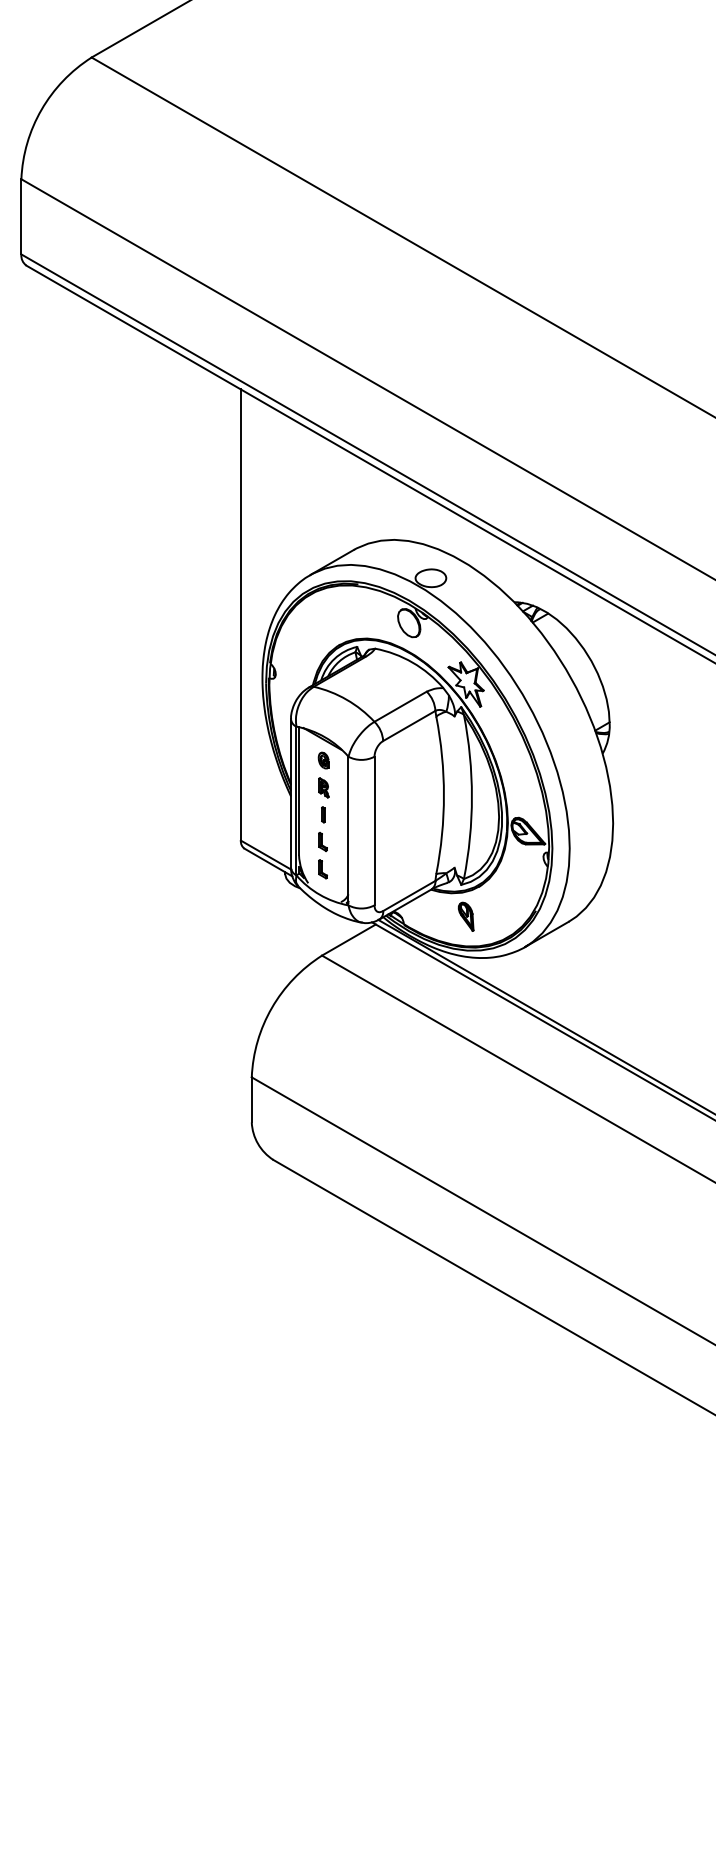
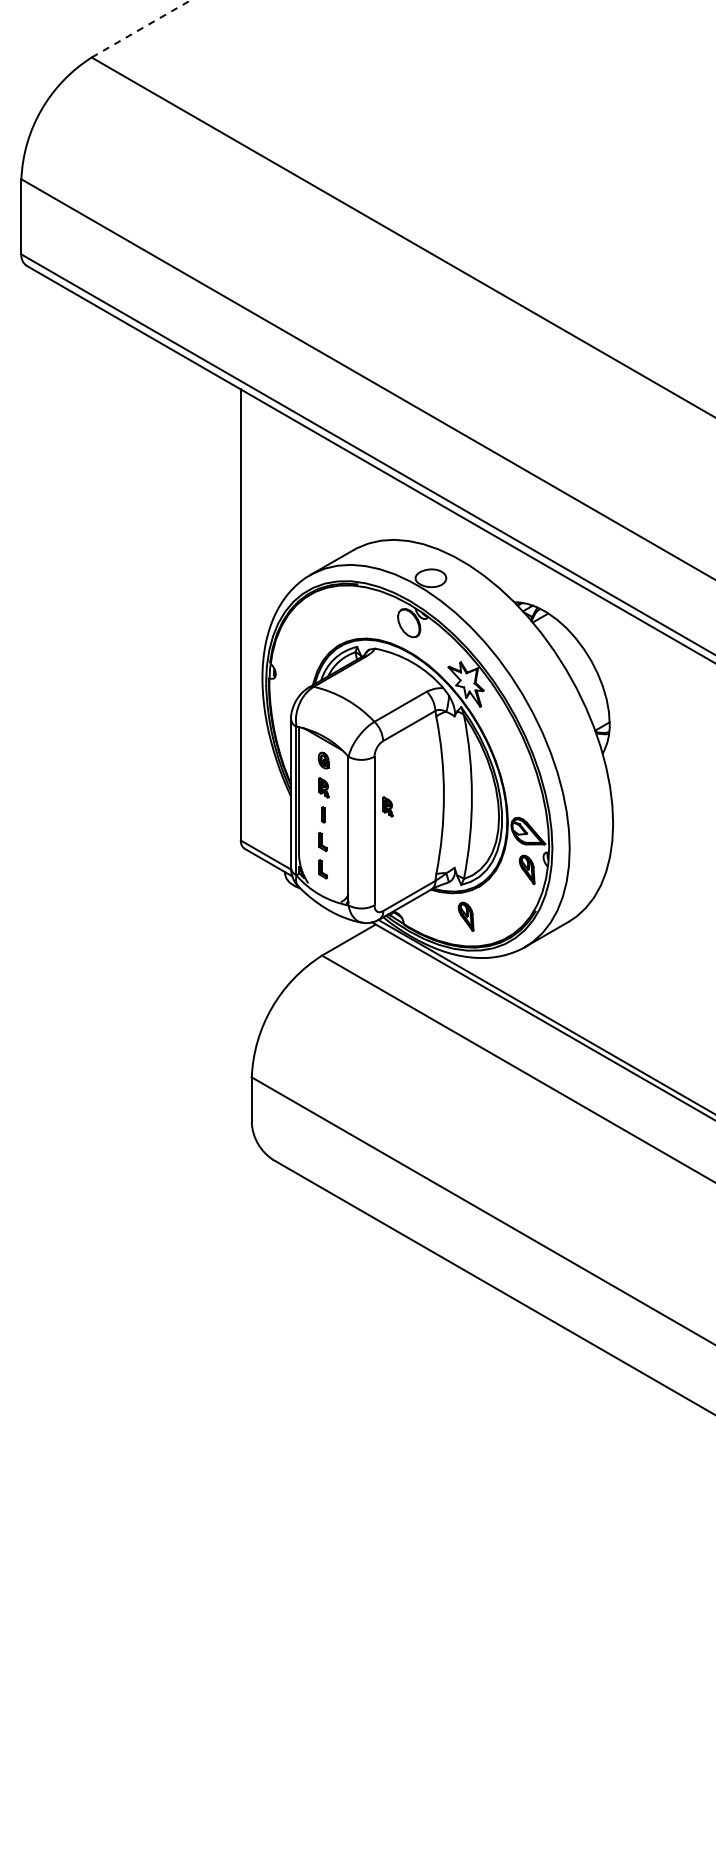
line at (140, 29): solid -> dashed
part at (387, 806): none -> present
part at (526, 869): none -> present
